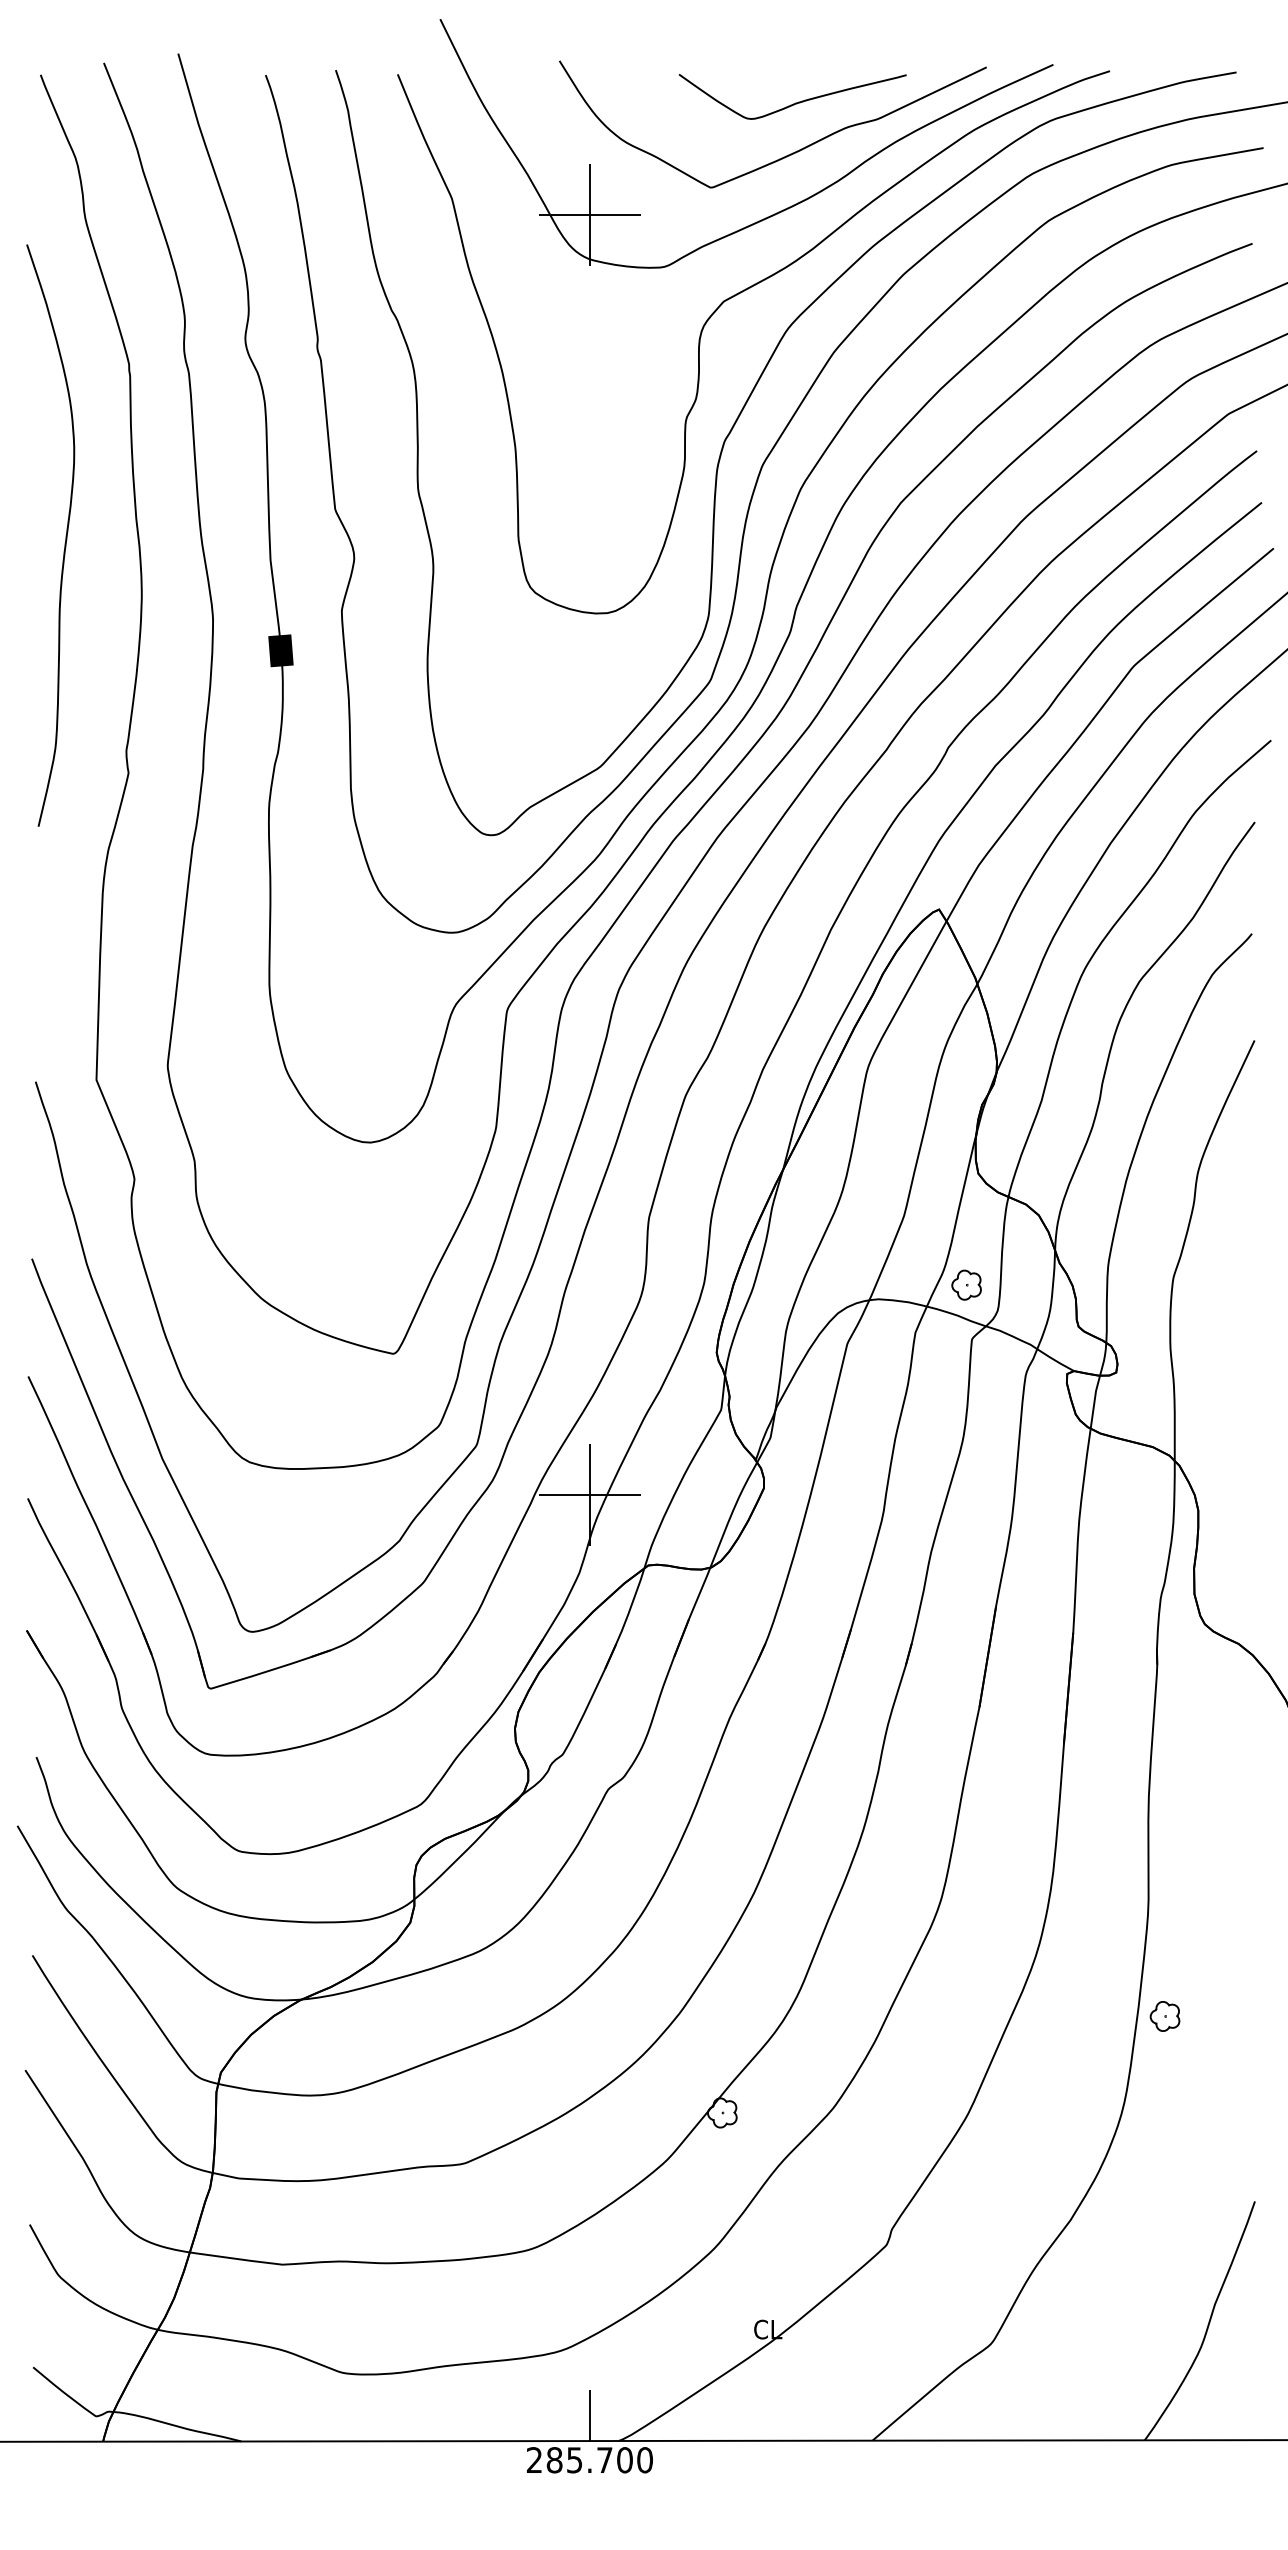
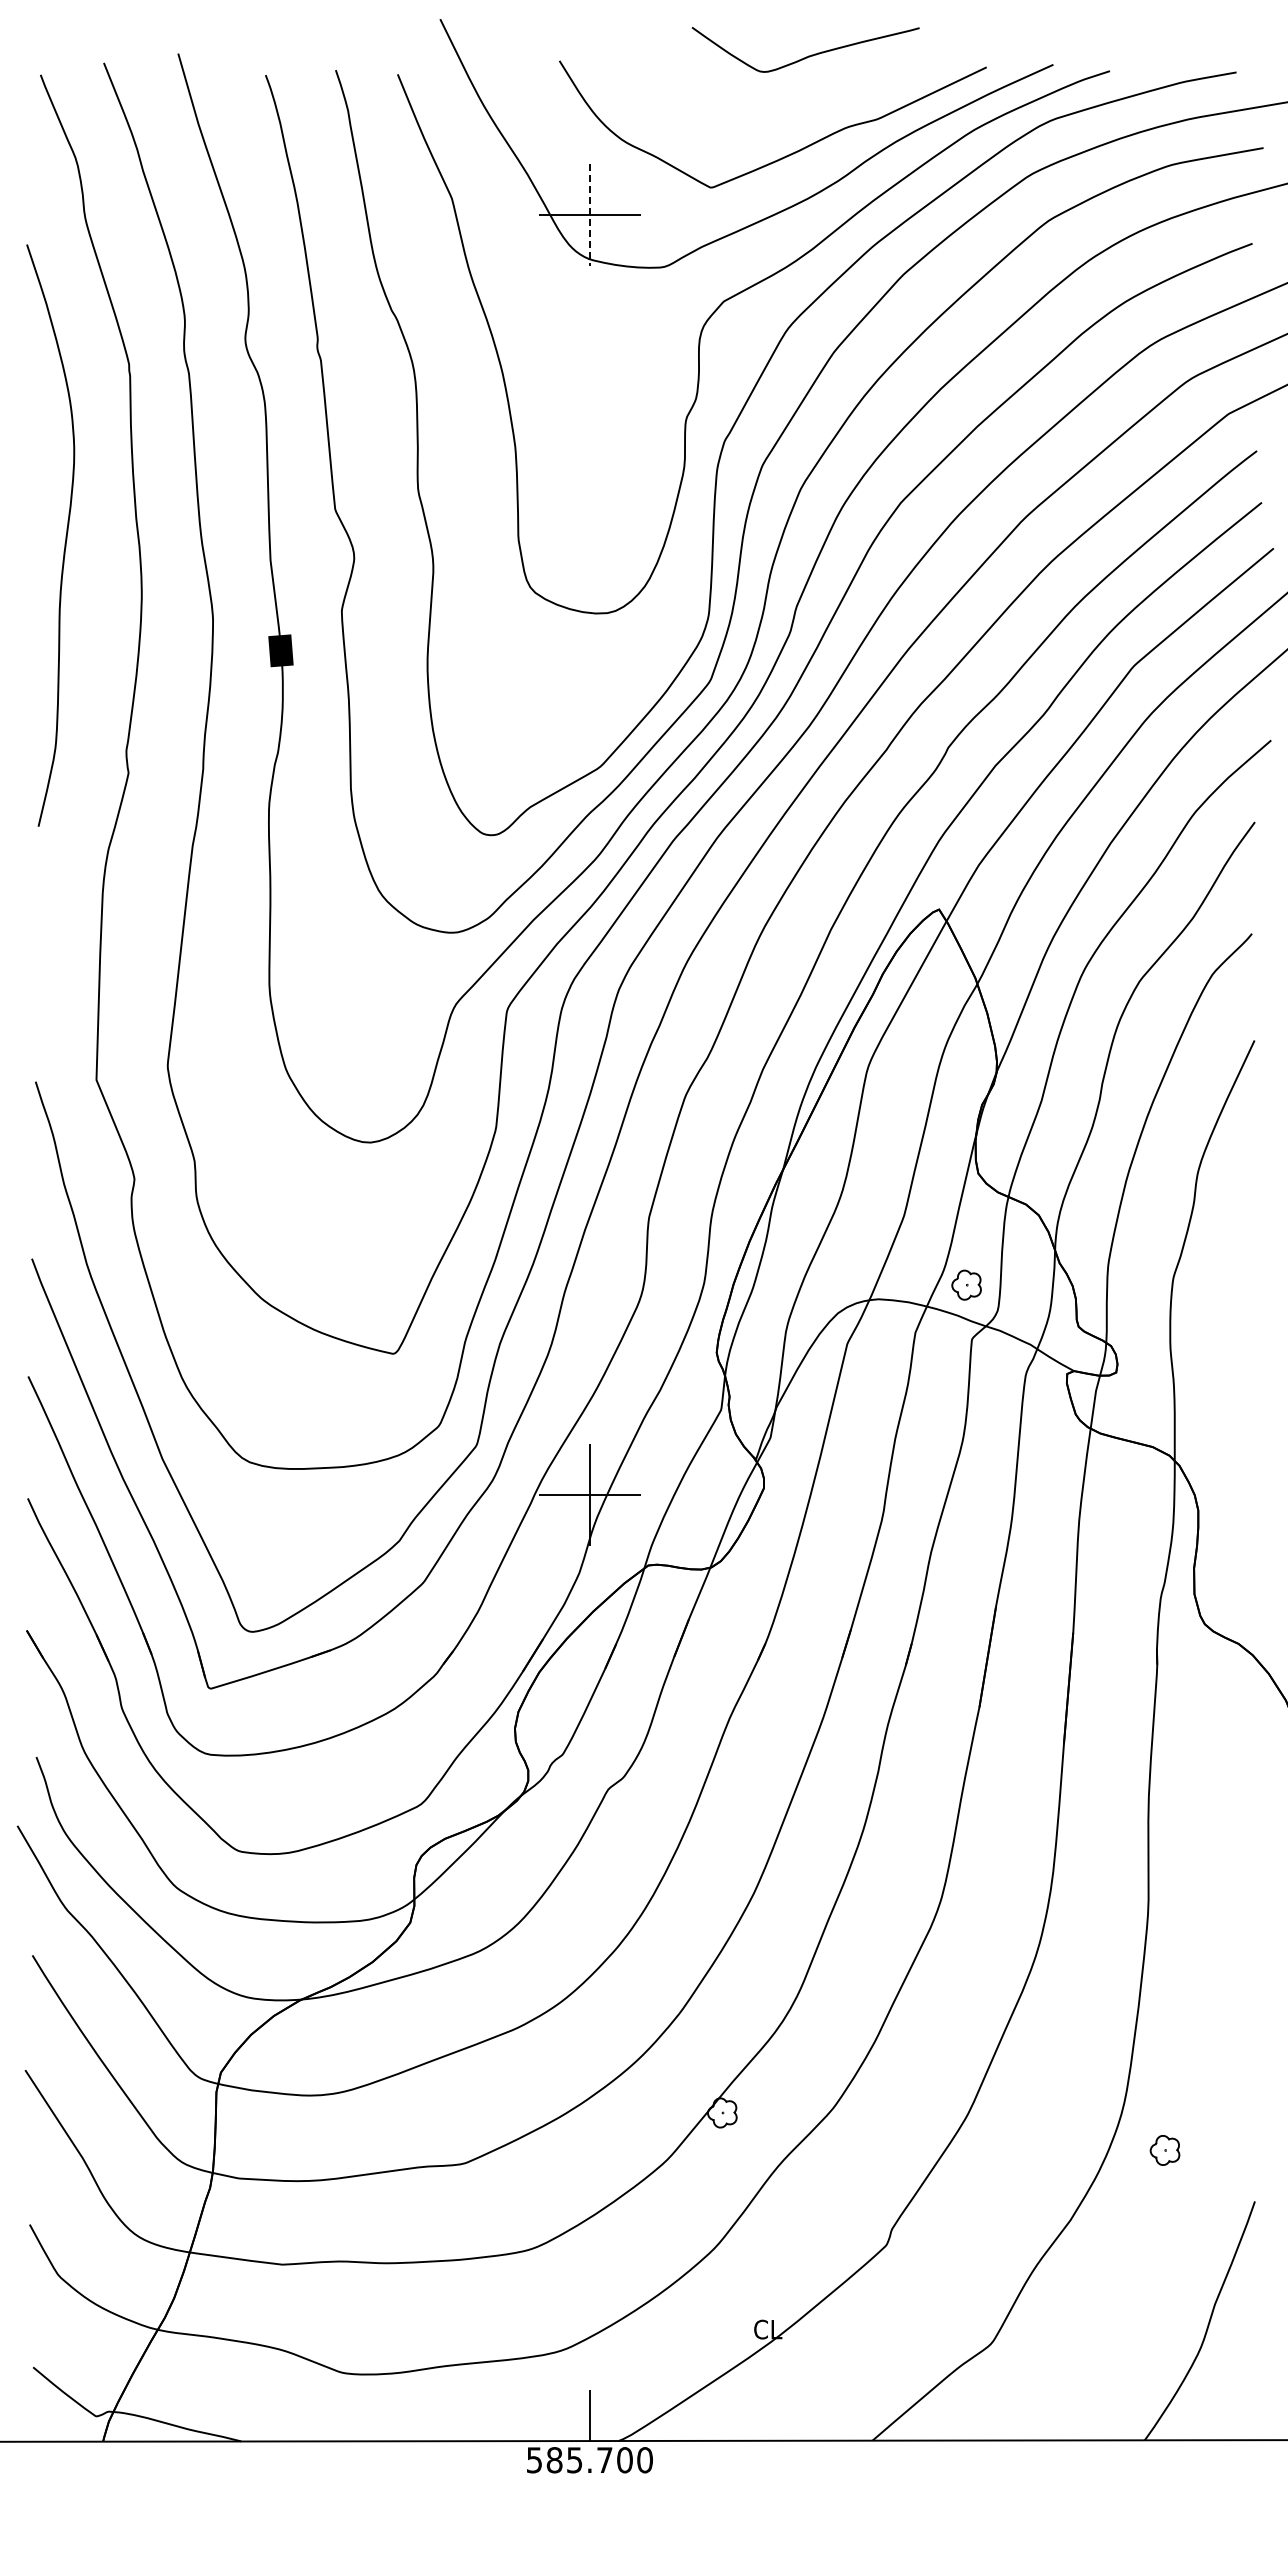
curve at (795, 102) position: (795, 102) -> (808, 55)
line at (589, 215): solid -> dashed
part at (1164, 2016) position: (1164, 2016) -> (1164, 2150)
text at (533, 2460): 285.700 -> 585.700
